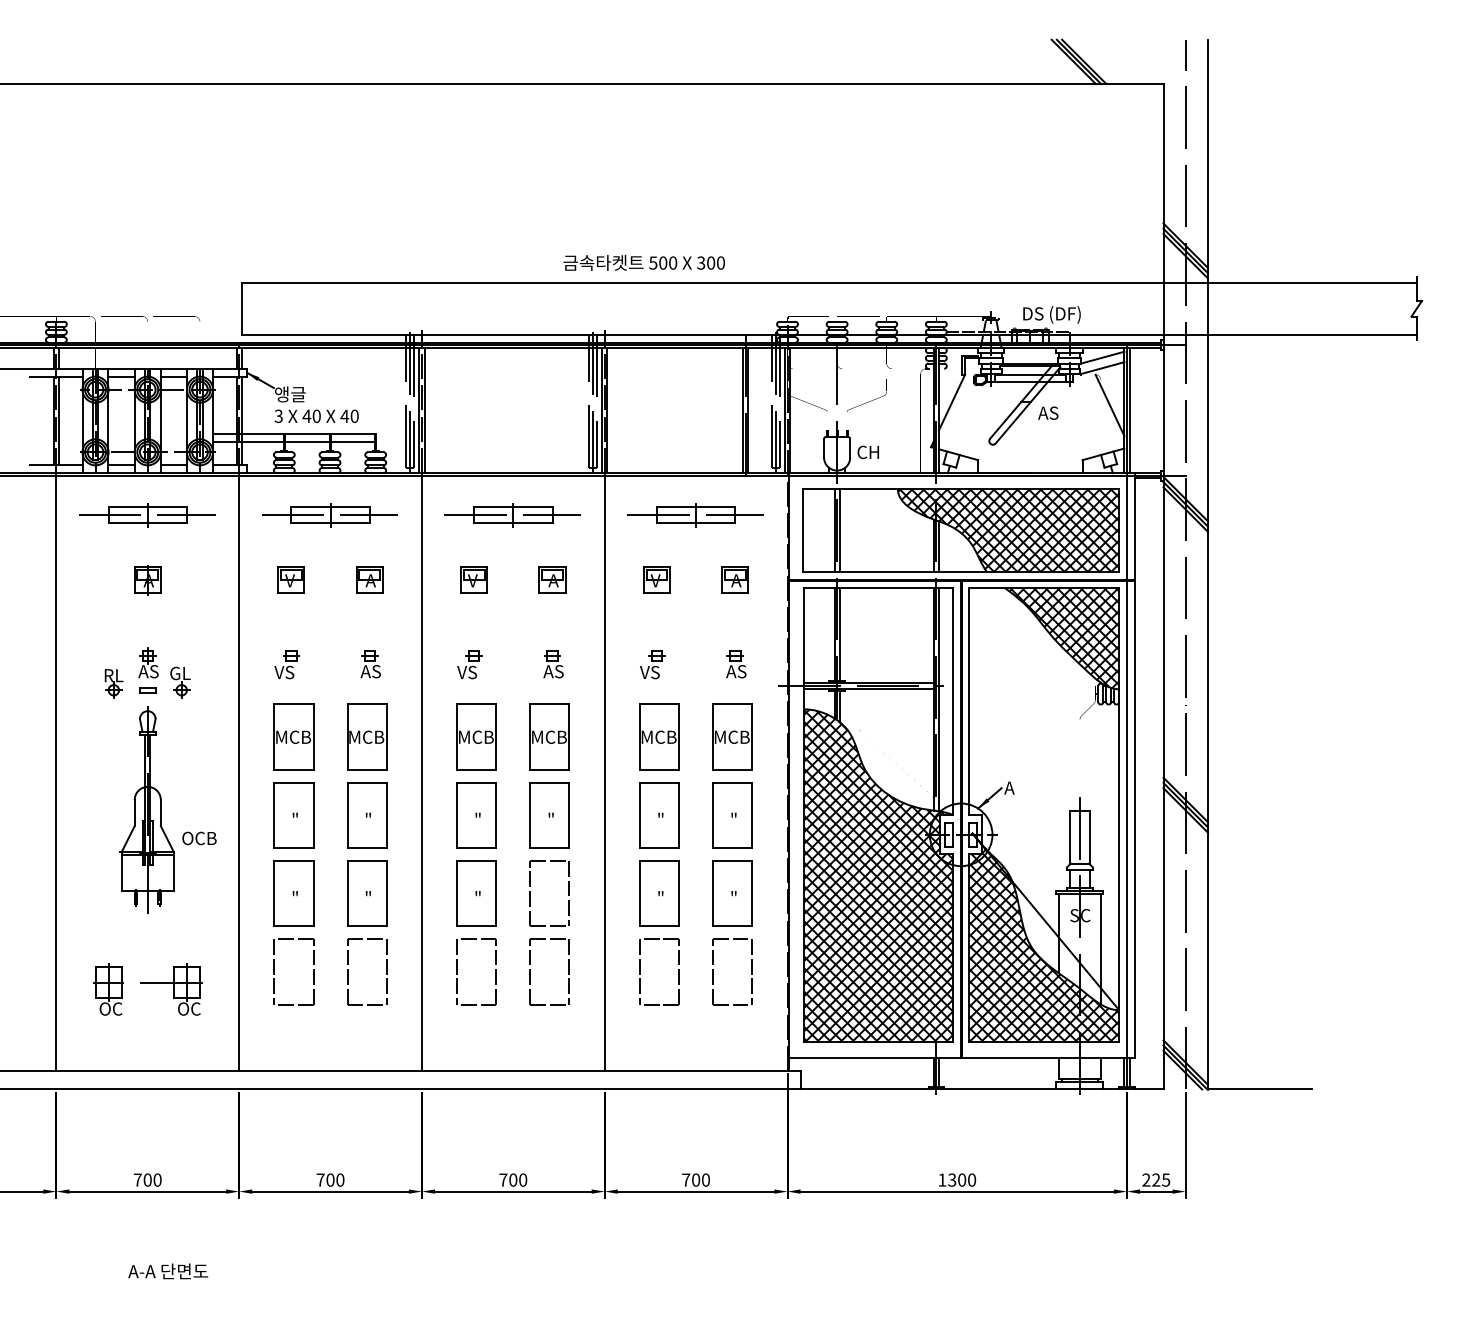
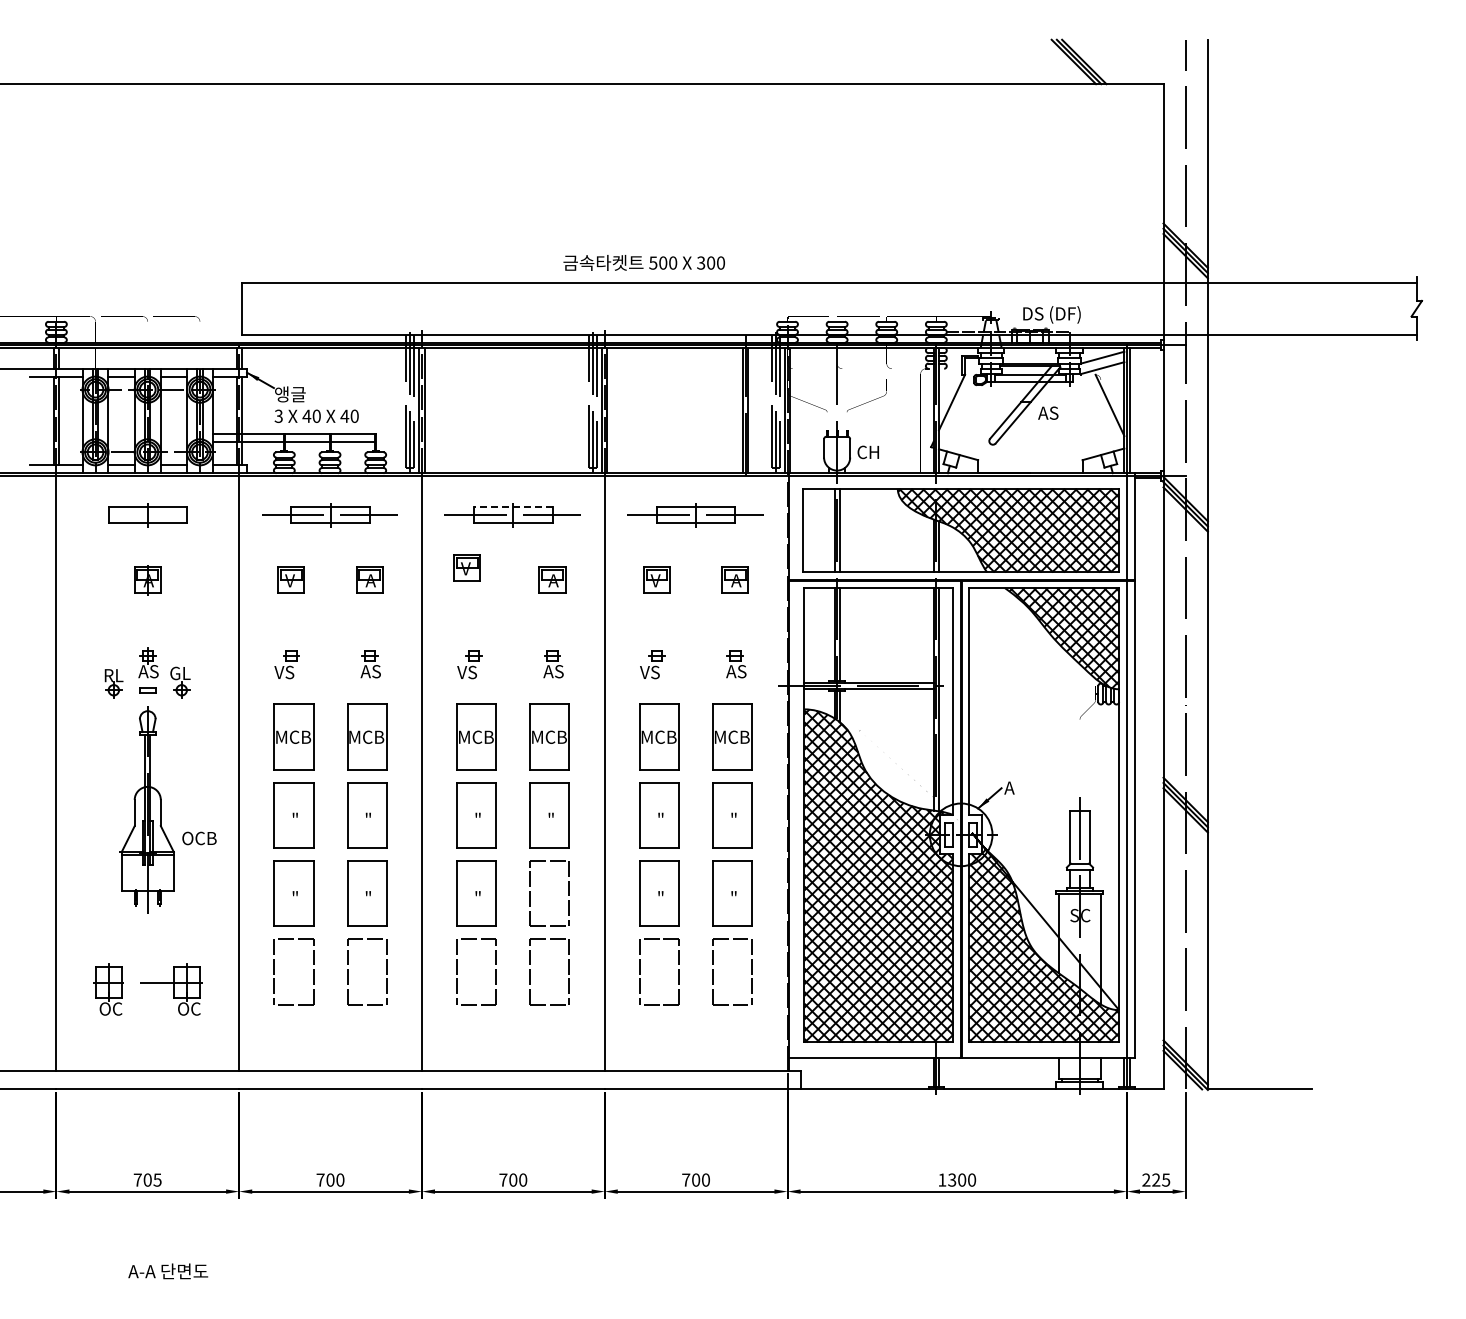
line at (512, 507): solid -> dashed
line at (146, 515): present -> none
part at (473, 579) position: (473, 579) -> (466, 567)
text at (157, 1179): 700 -> 705
